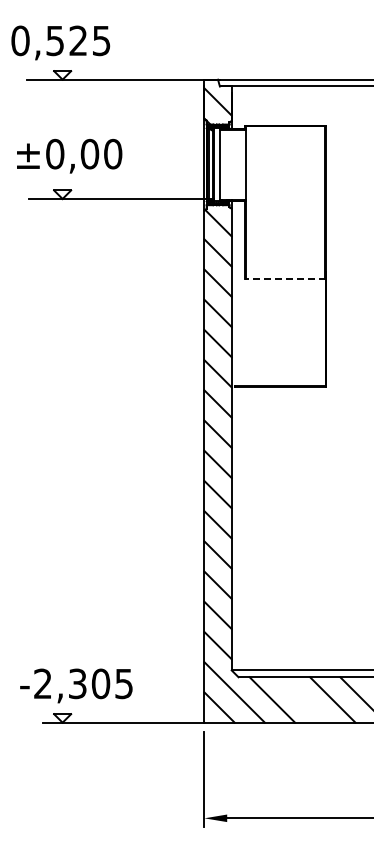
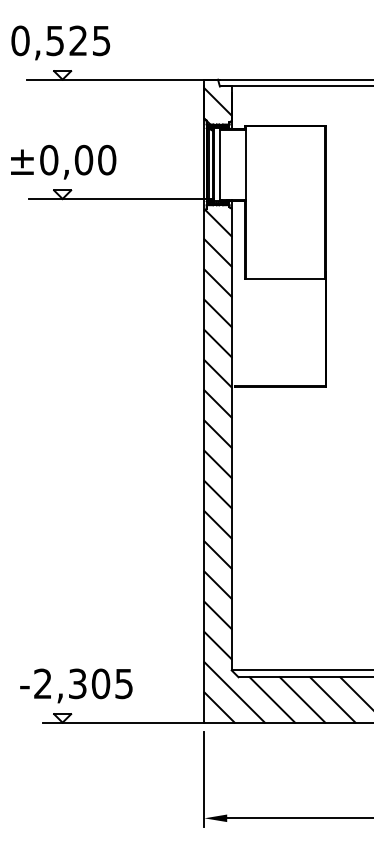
text at (69, 156) position: (69, 156) -> (63, 162)
line at (285, 279): dashed -> solid
line at (302, 699): none -> present
